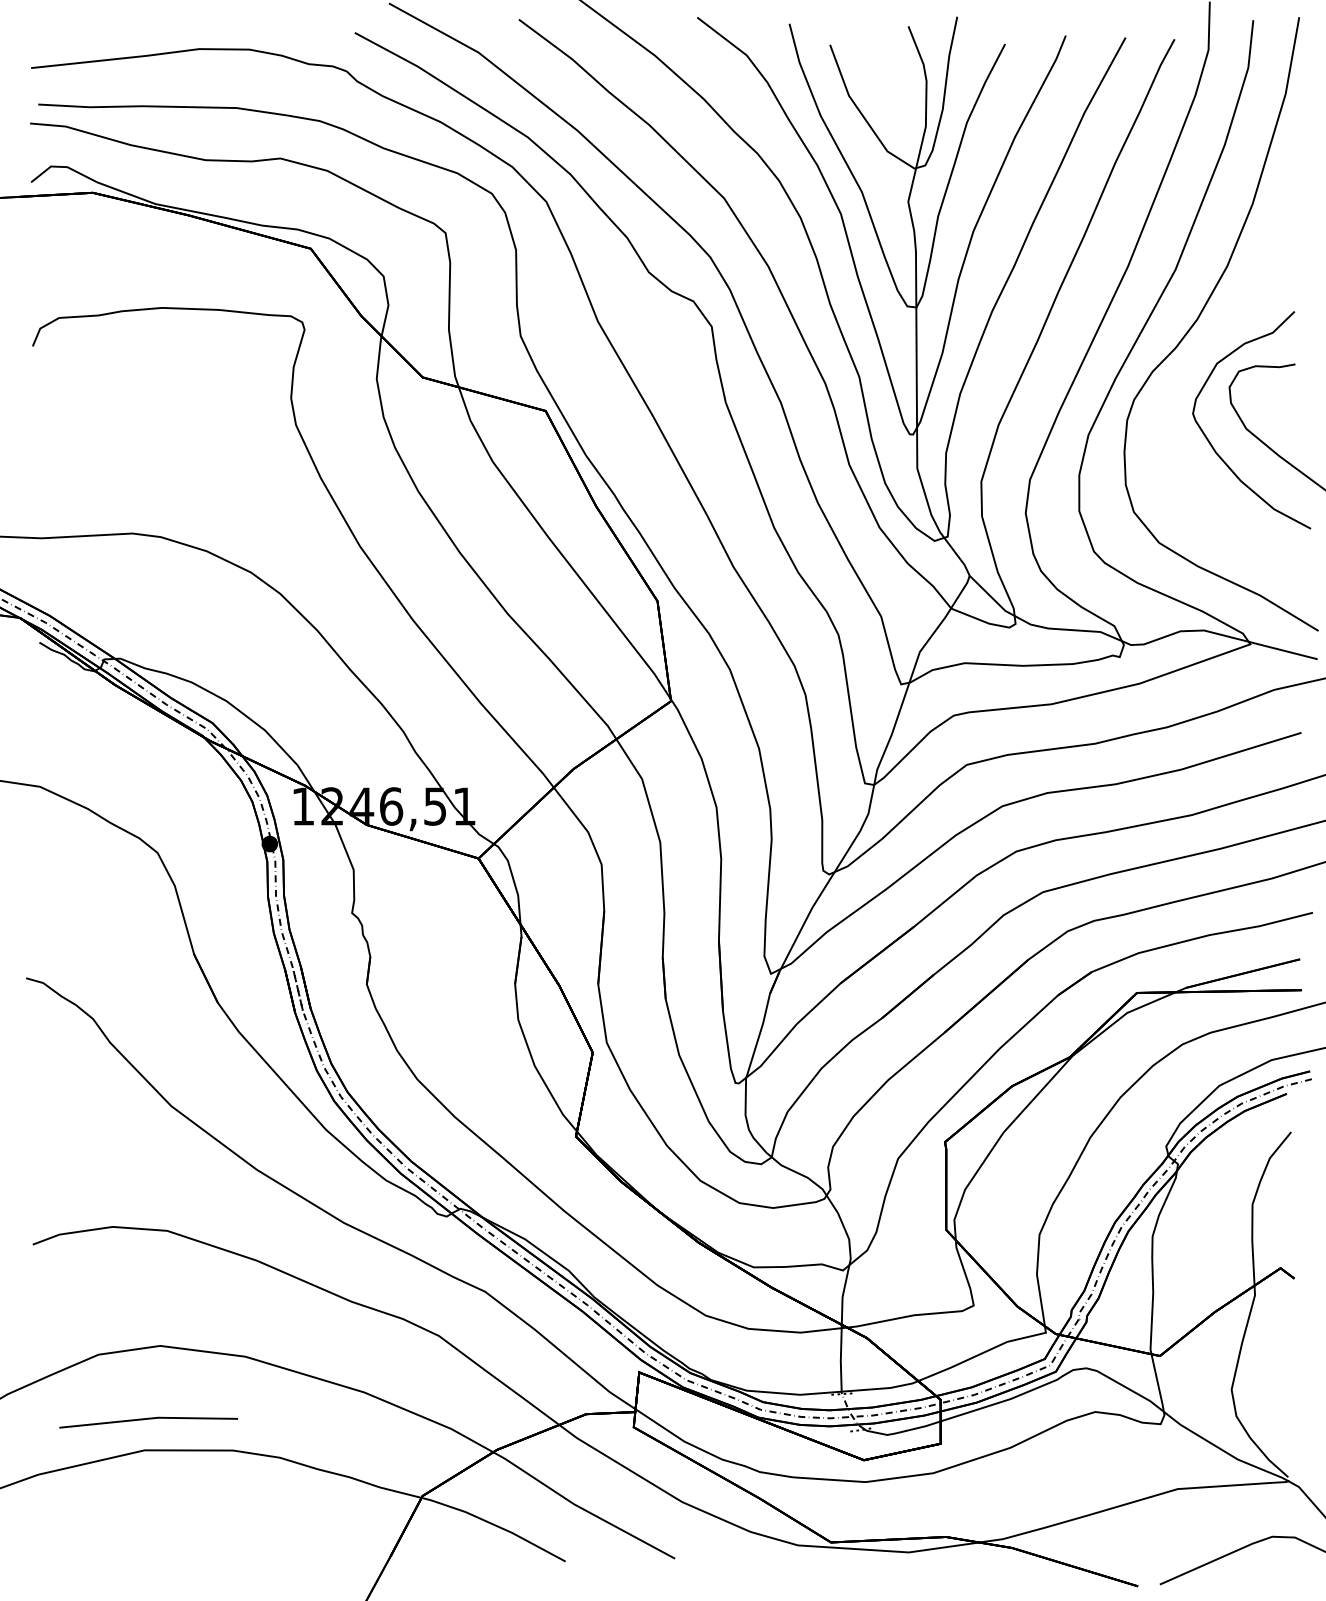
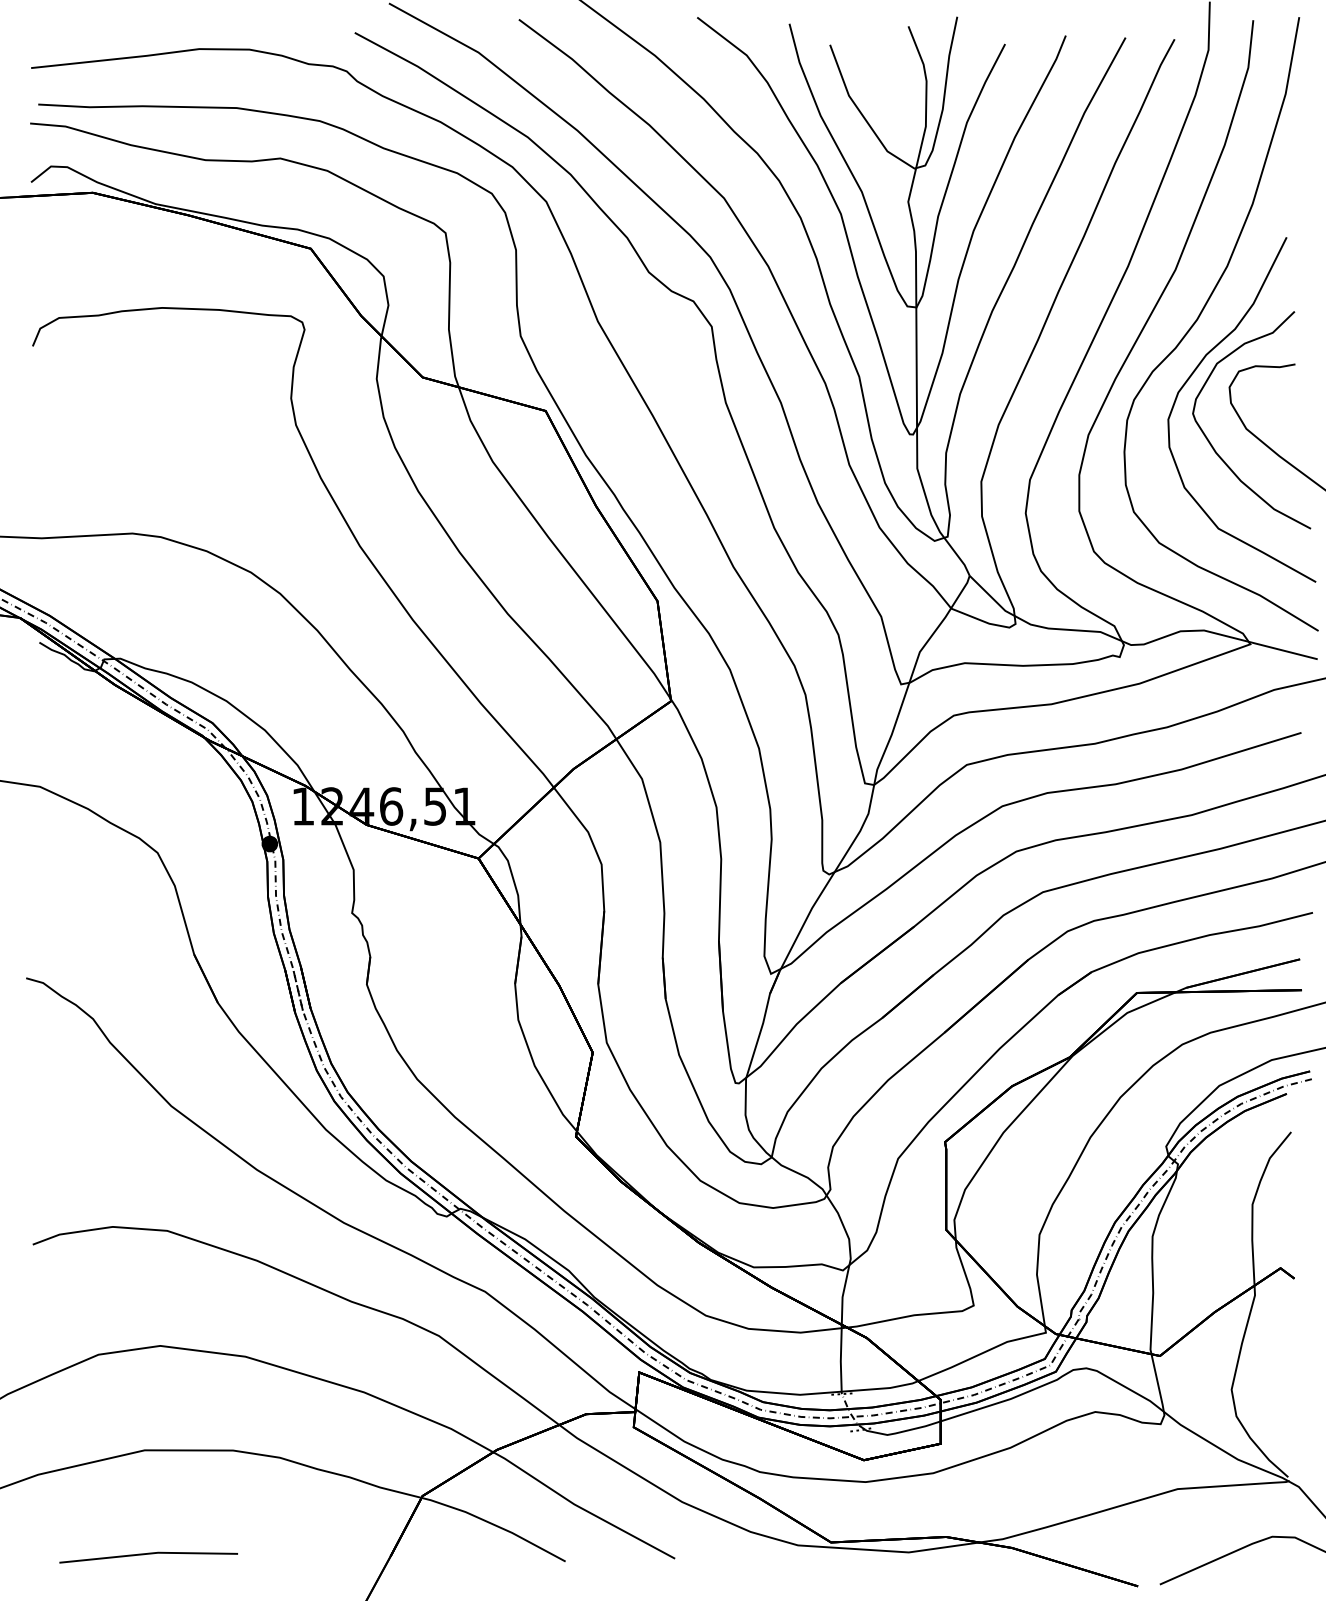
curve at (1192, 375): none -> present
line at (148, 1419) position: (148, 1419) -> (148, 1554)
